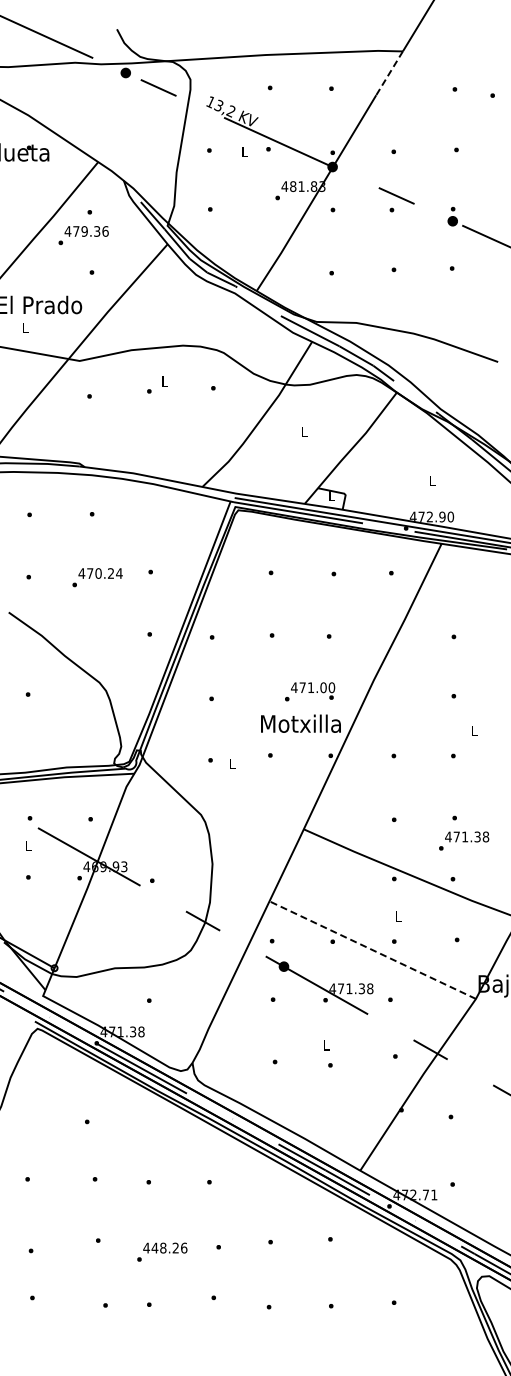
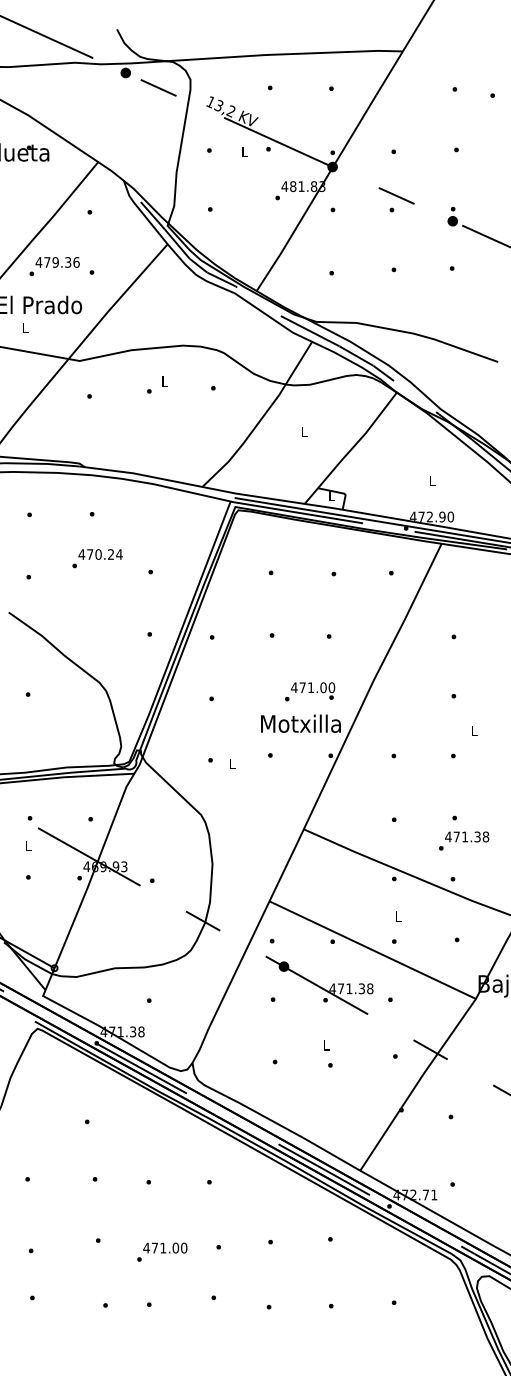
line at (389, 73): dashed -> solid
text at (83, 235) position: (83, 235) -> (54, 266)
text at (97, 577) position: (97, 577) -> (97, 558)
line at (372, 949): dashed -> solid
text at (169, 1247): 448.26 -> 471.00
